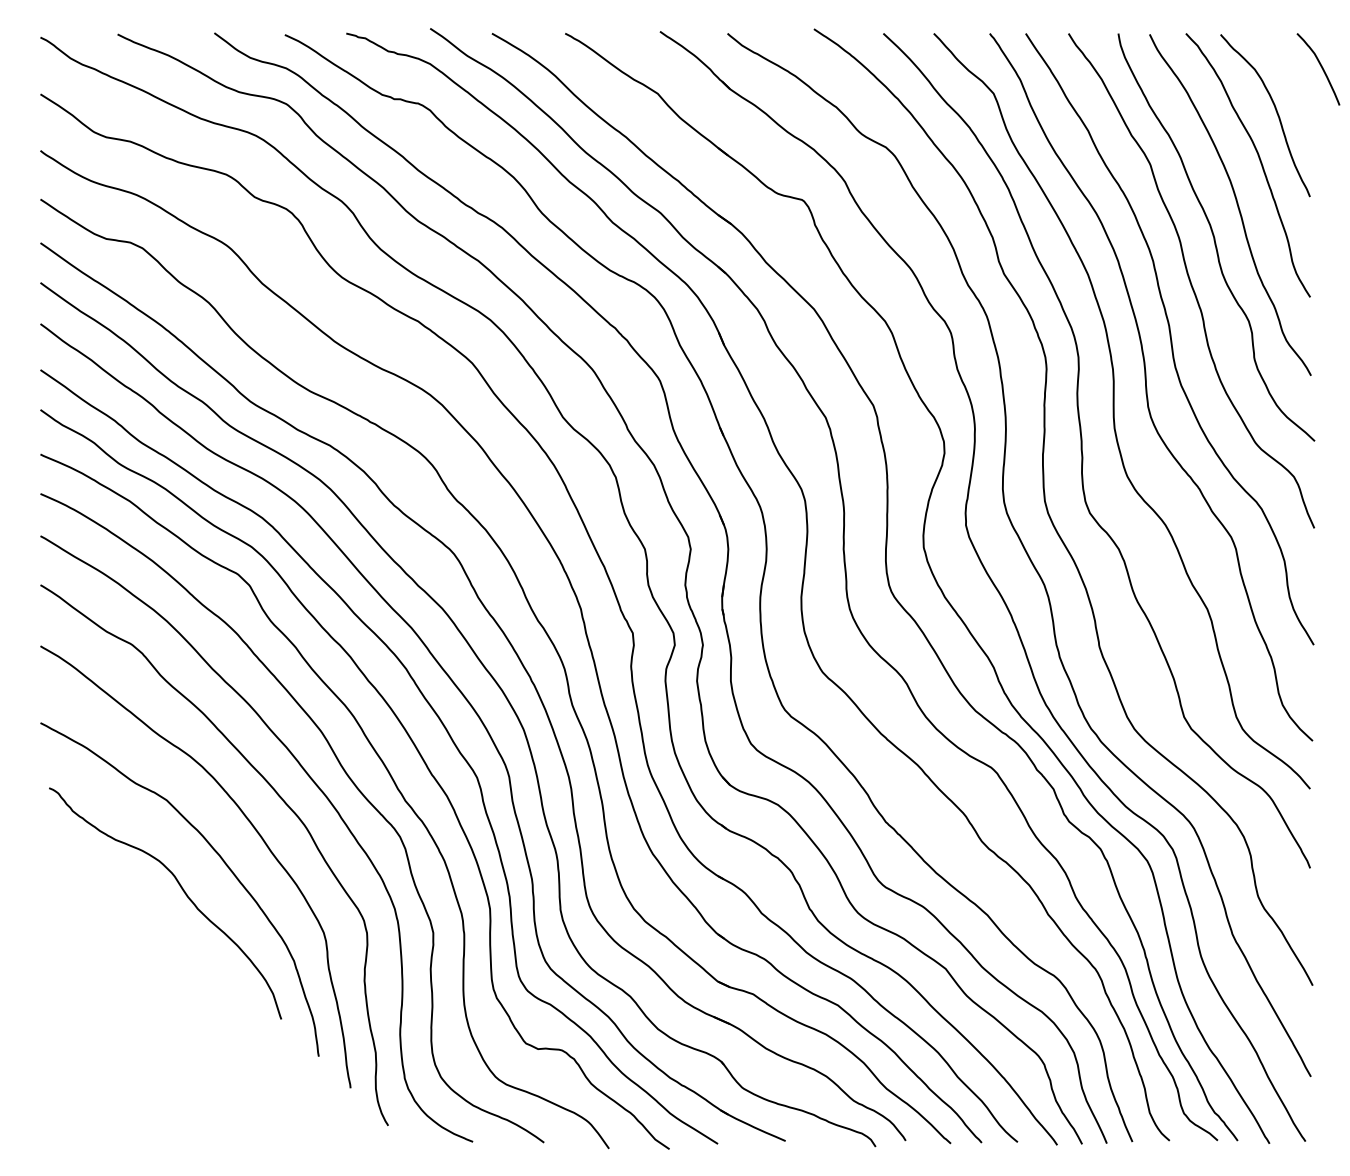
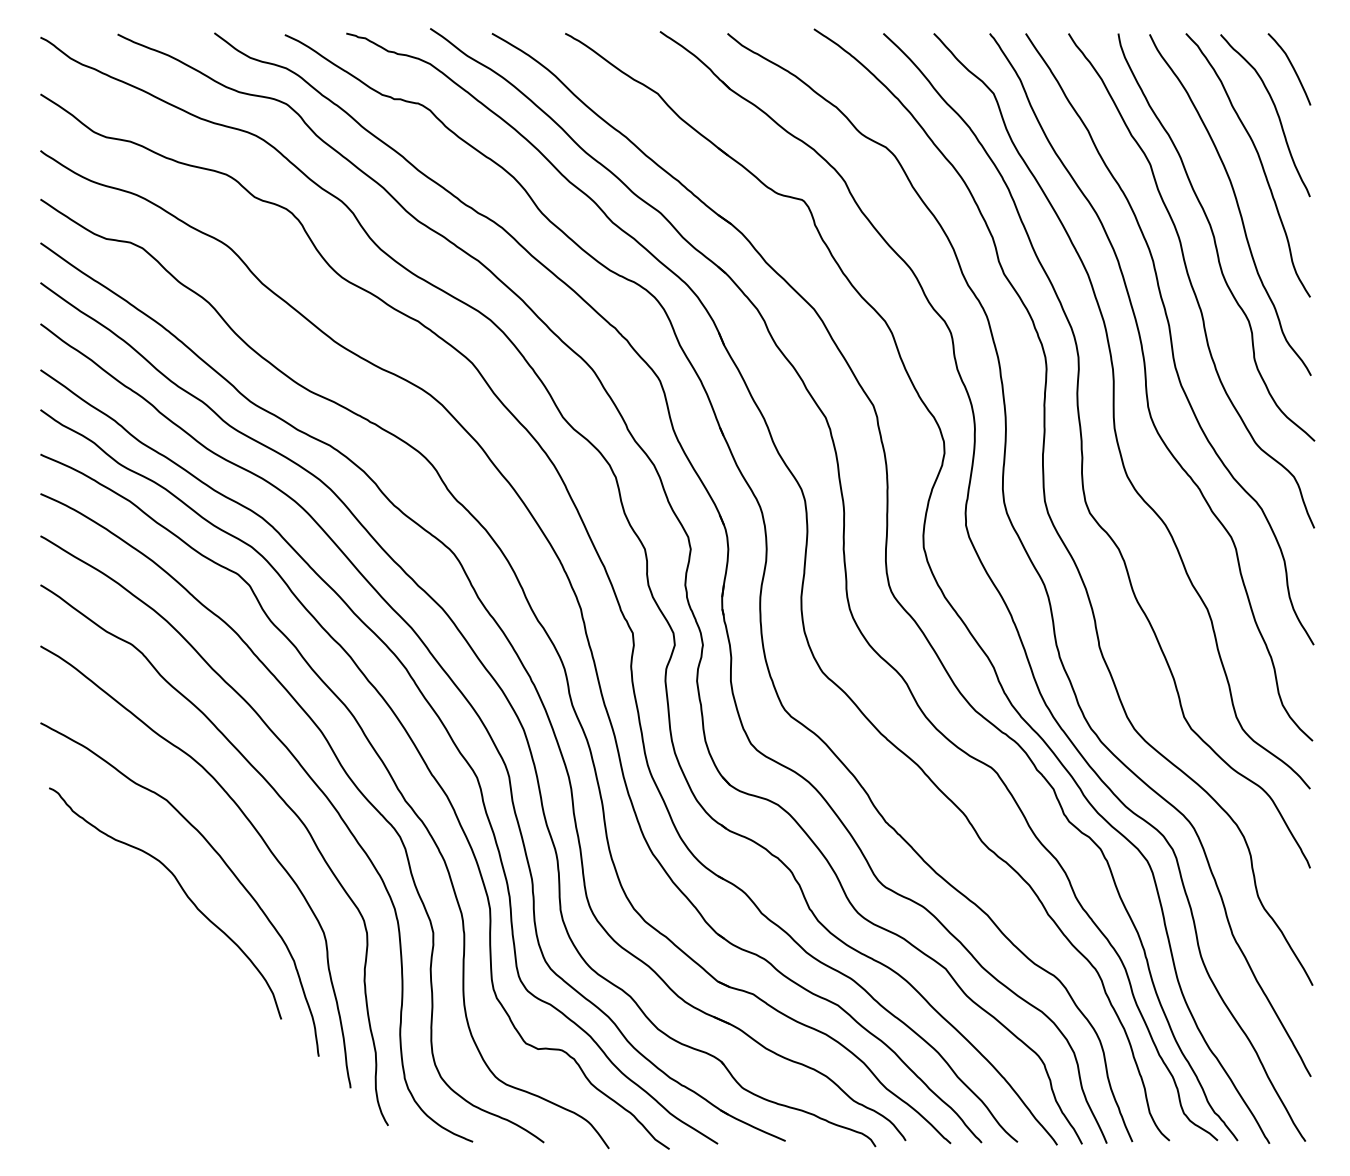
curve at (1321, 68) position: (1321, 68) -> (1292, 68)
